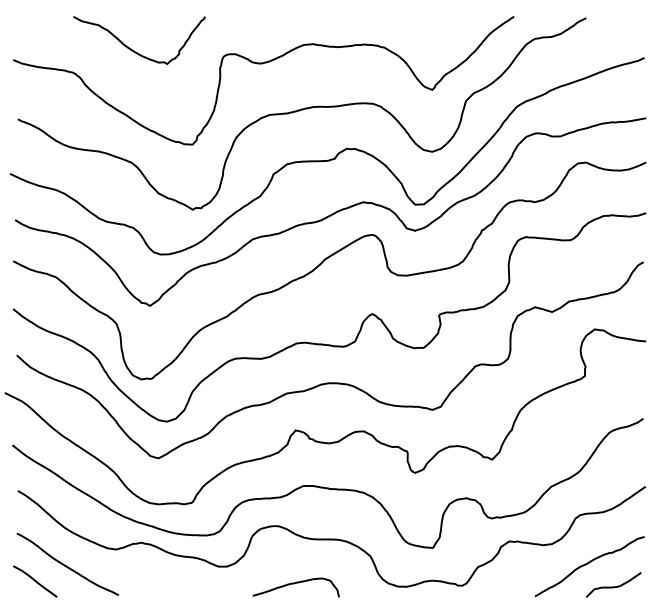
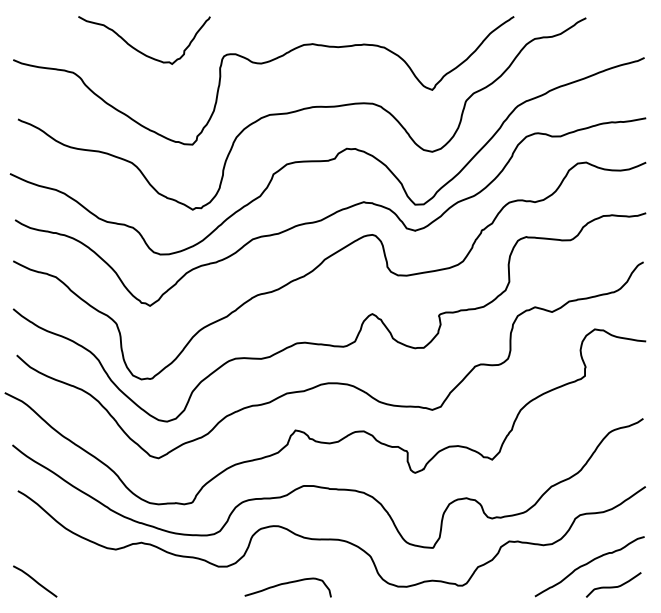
curve at (134, 50) position: (134, 50) -> (139, 50)
curve at (65, 564): present -> none
curve at (294, 584) position: (294, 584) -> (286, 584)
